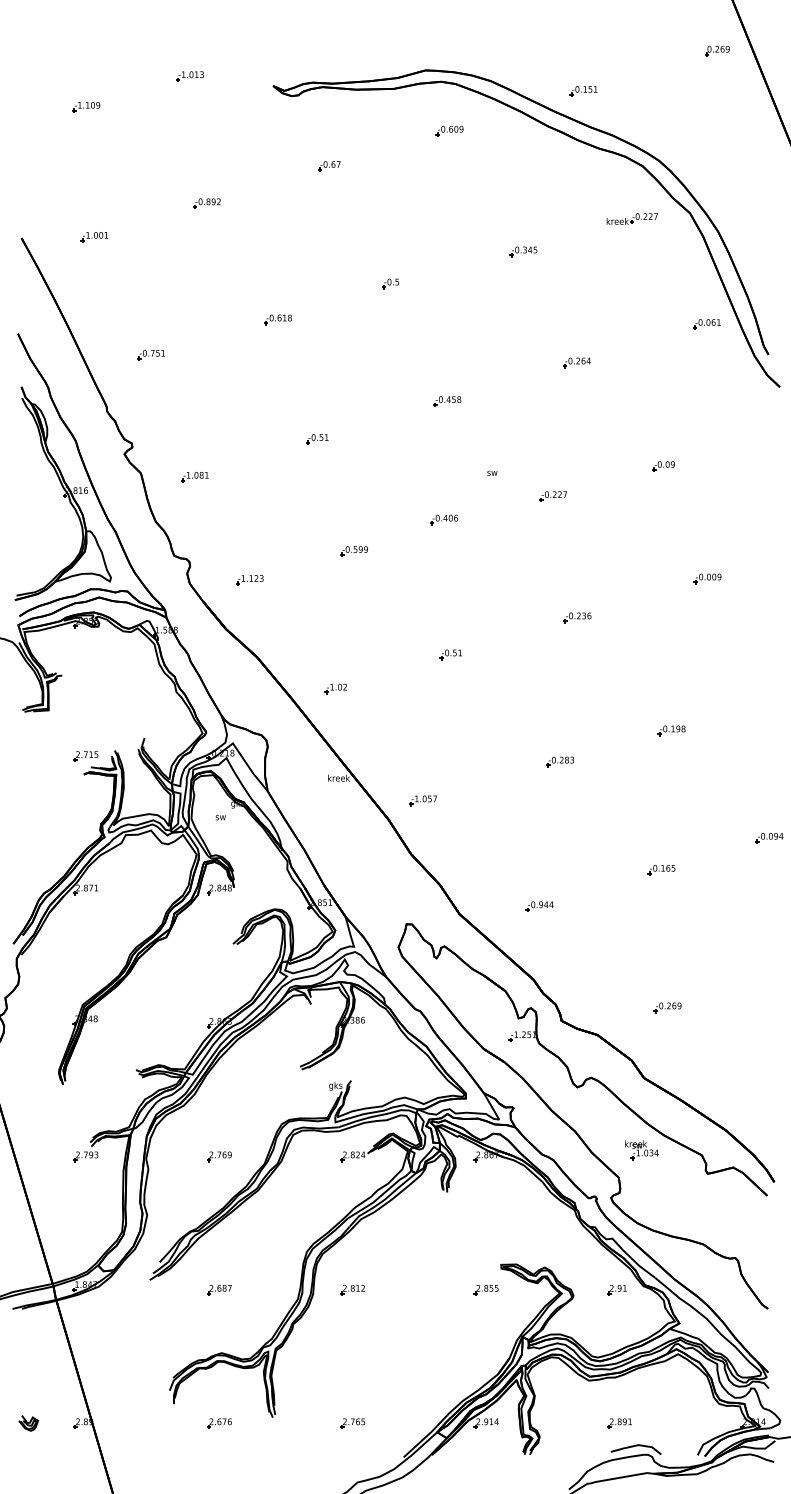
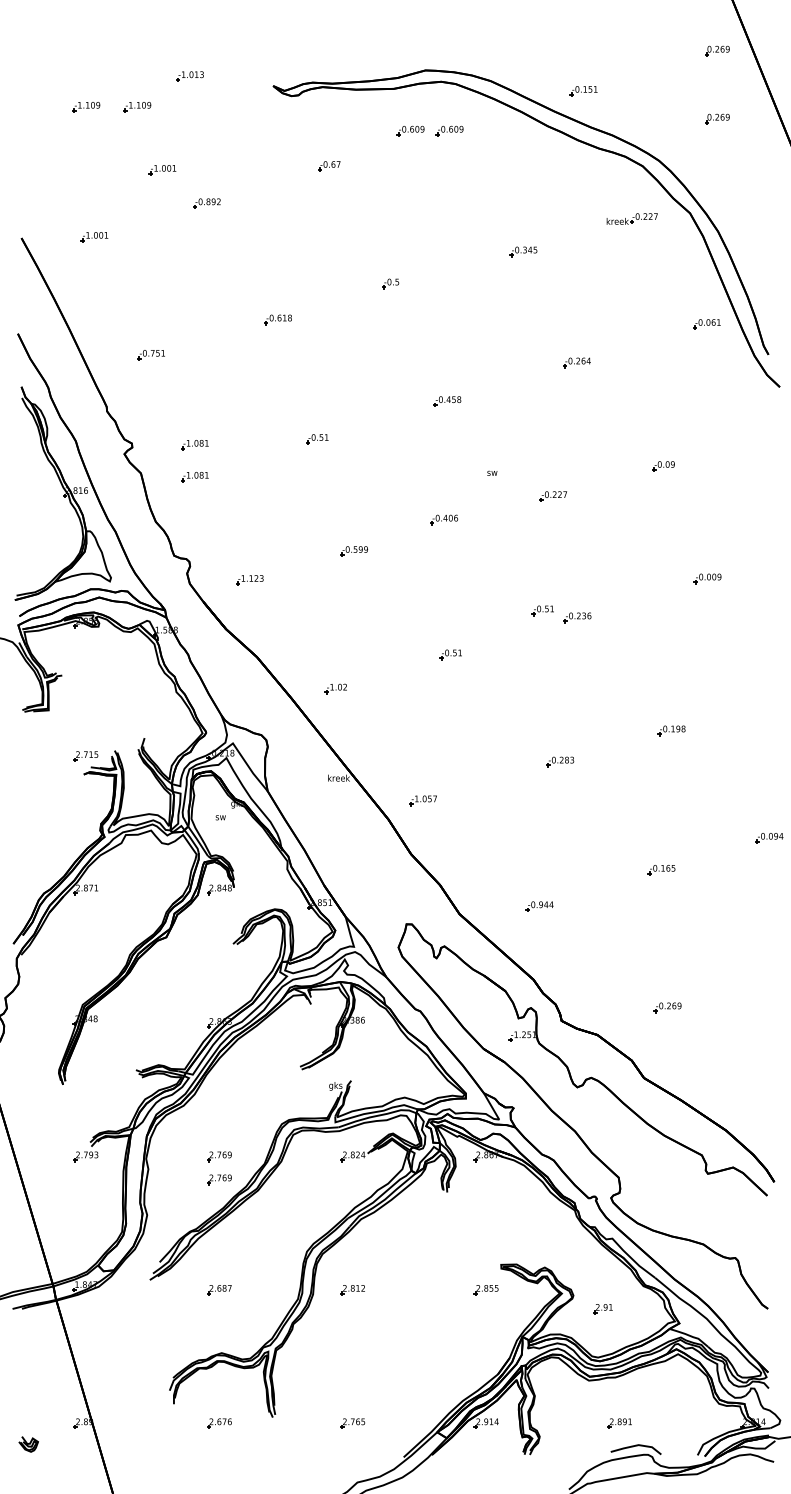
part at (137, 107): none -> present
part at (717, 118): none -> present
part at (410, 130): none -> present
part at (162, 170): none -> present
part at (194, 445): none -> present
part at (542, 610): none -> present
part at (641, 1150): present -> none
part at (219, 1179): none -> present
part at (616, 1290) position: (616, 1290) -> (602, 1309)
part at (28, 1423) position: (28, 1423) -> (28, 1444)
